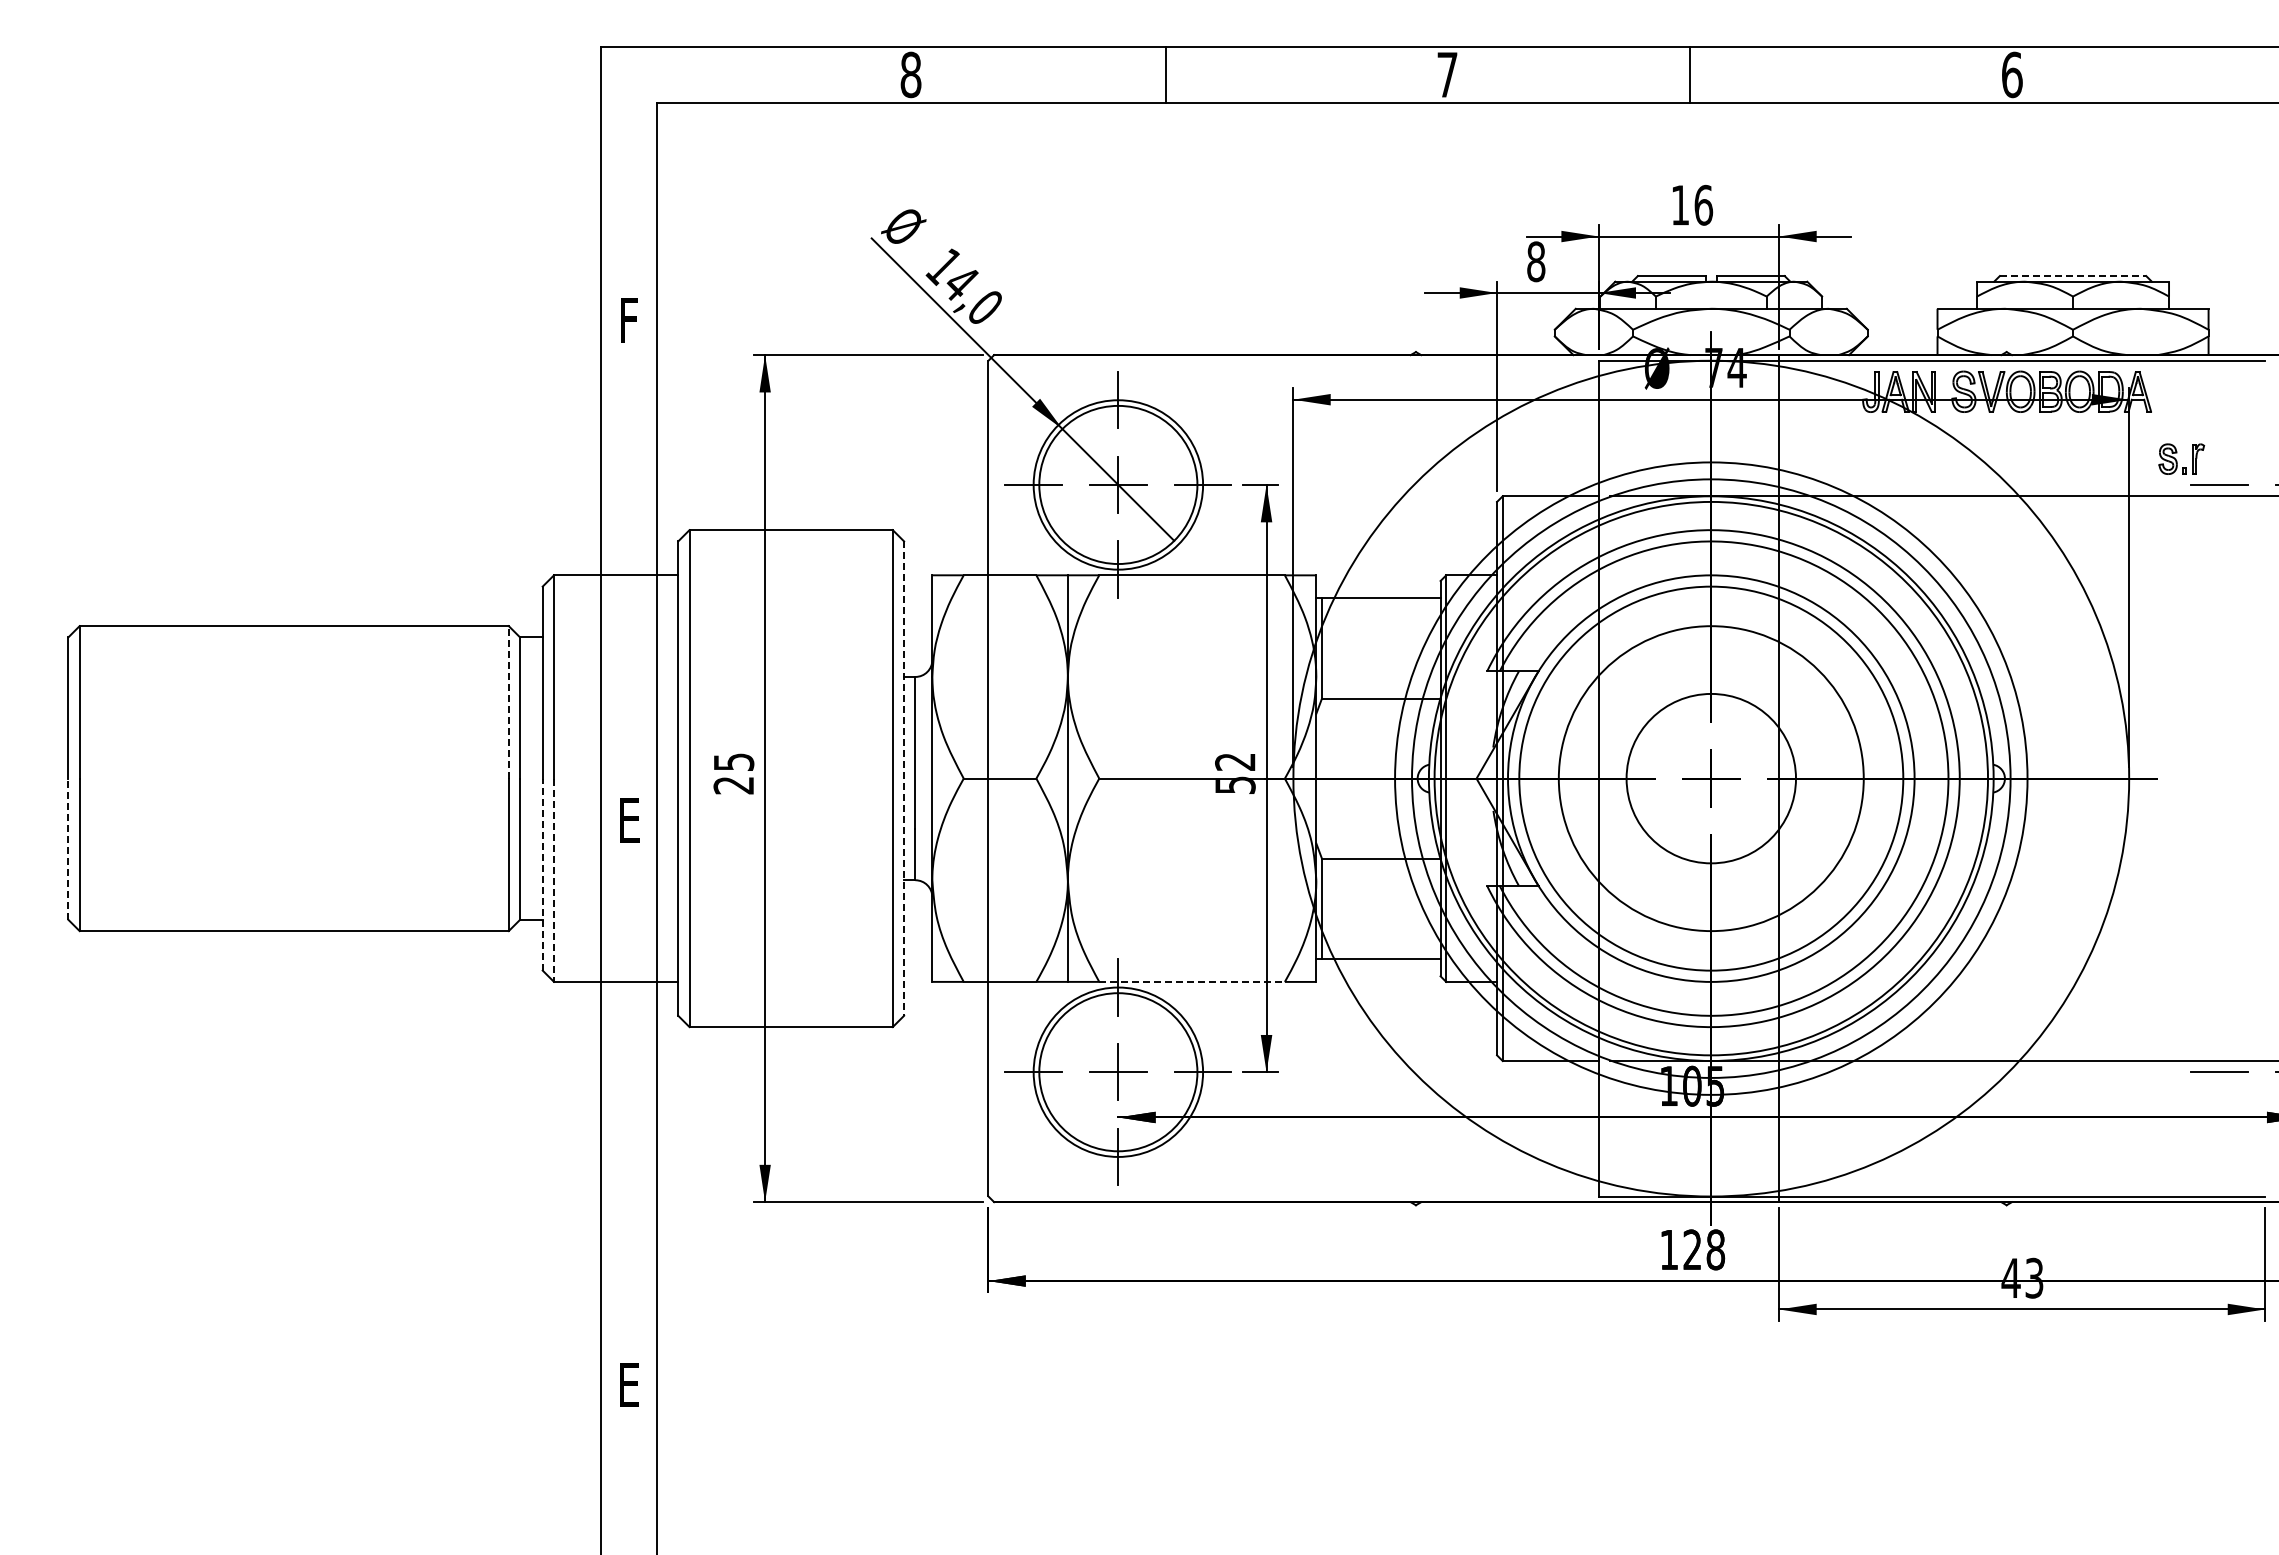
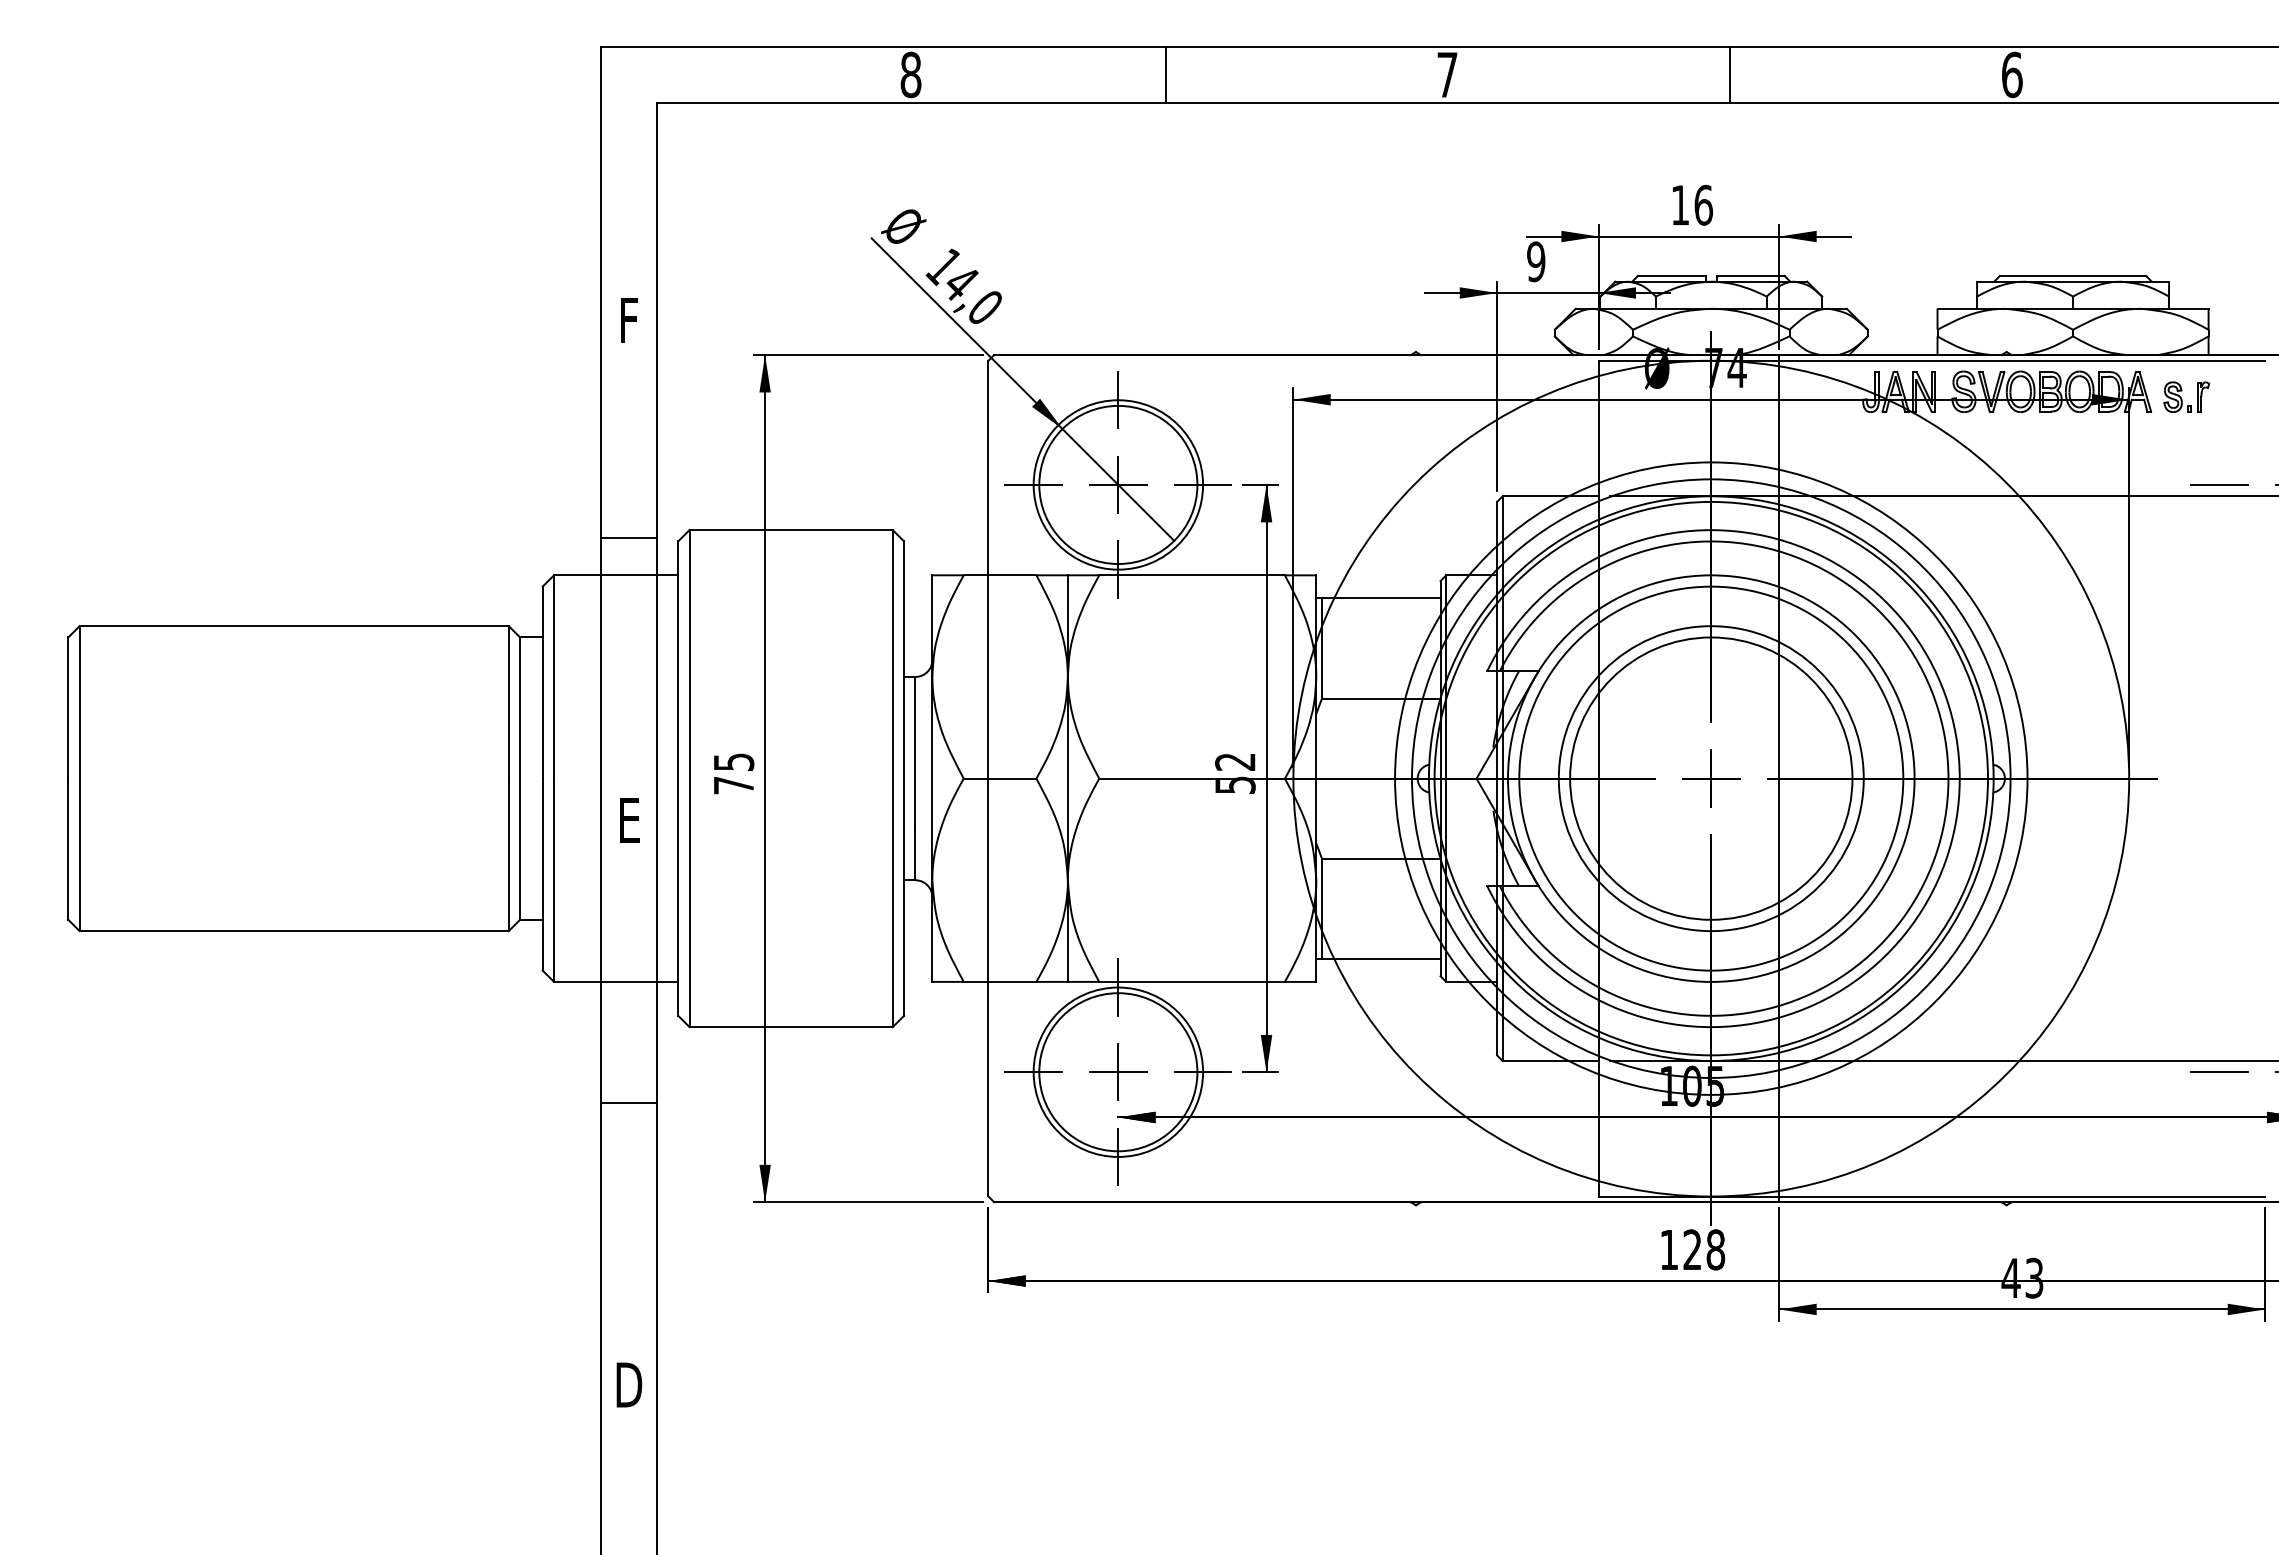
line at (1690, 74) position: (1690, 74) -> (1730, 74)
text at (1536, 261): 8 -> 9
line at (2073, 276): dashed -> solid
part at (2181, 458) position: (2181, 458) -> (2186, 396)
line at (628, 537): none -> present
line at (508, 701): dashed -> solid
circle at (1711, 778) diameter: 169 px -> 282 px
line at (904, 779): dashed -> solid
text at (733, 785): 25 -> 75
line at (68, 849): dashed -> solid
line at (542, 874): dashed -> solid
line at (554, 880): dashed -> solid
line at (1192, 981): dashed -> solid
line at (628, 1102): none -> present
text at (629, 1384): E -> D
